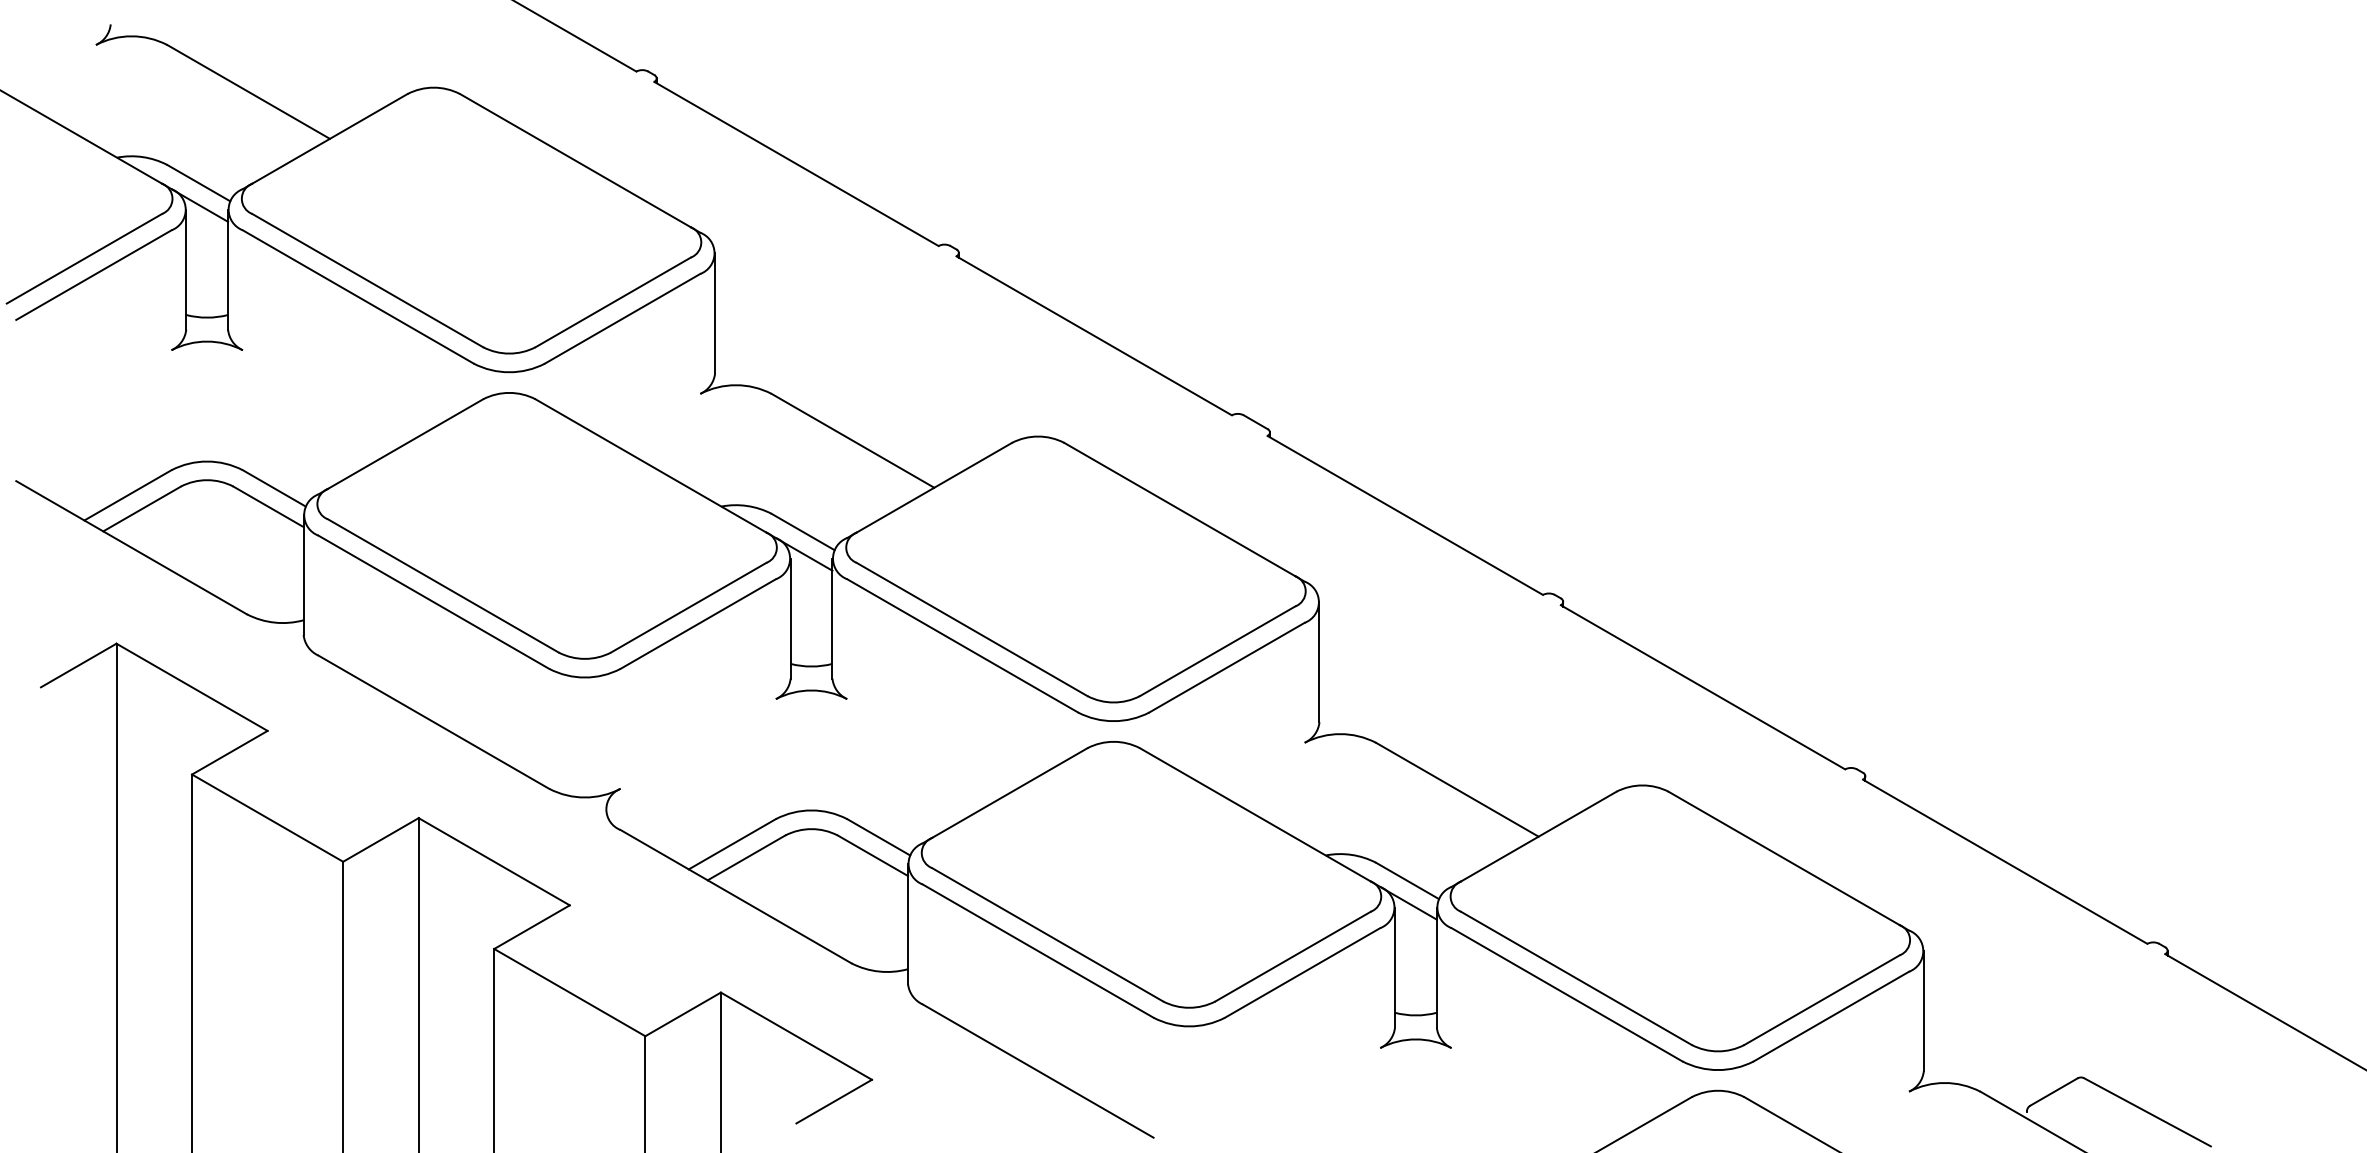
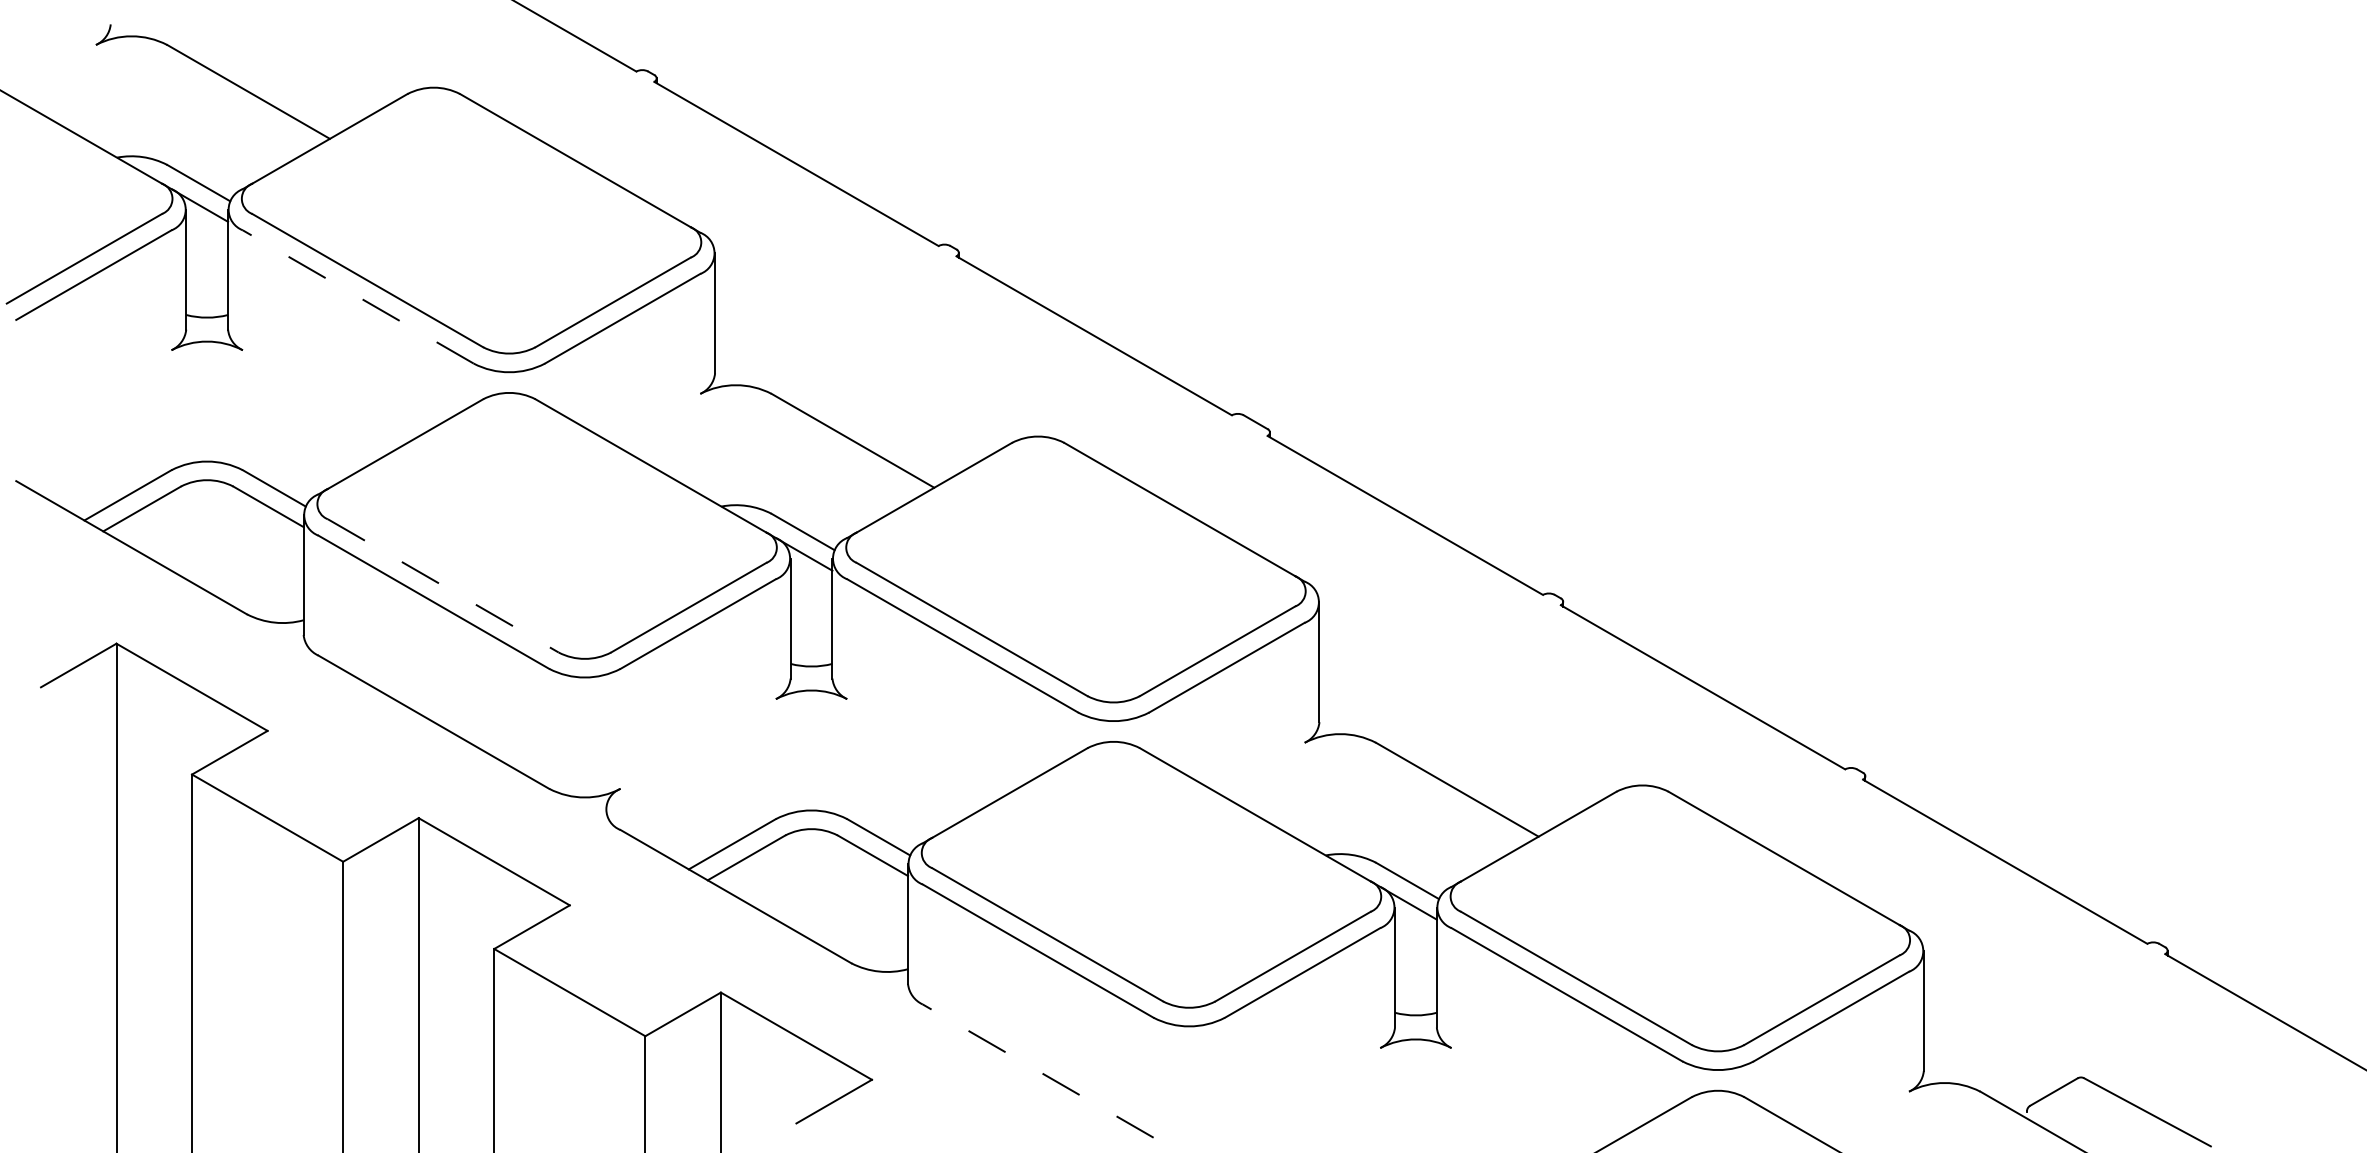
line at (357, 296): solid -> dashed
line at (443, 586): solid -> dashed
line at (1037, 1070): solid -> dashed
